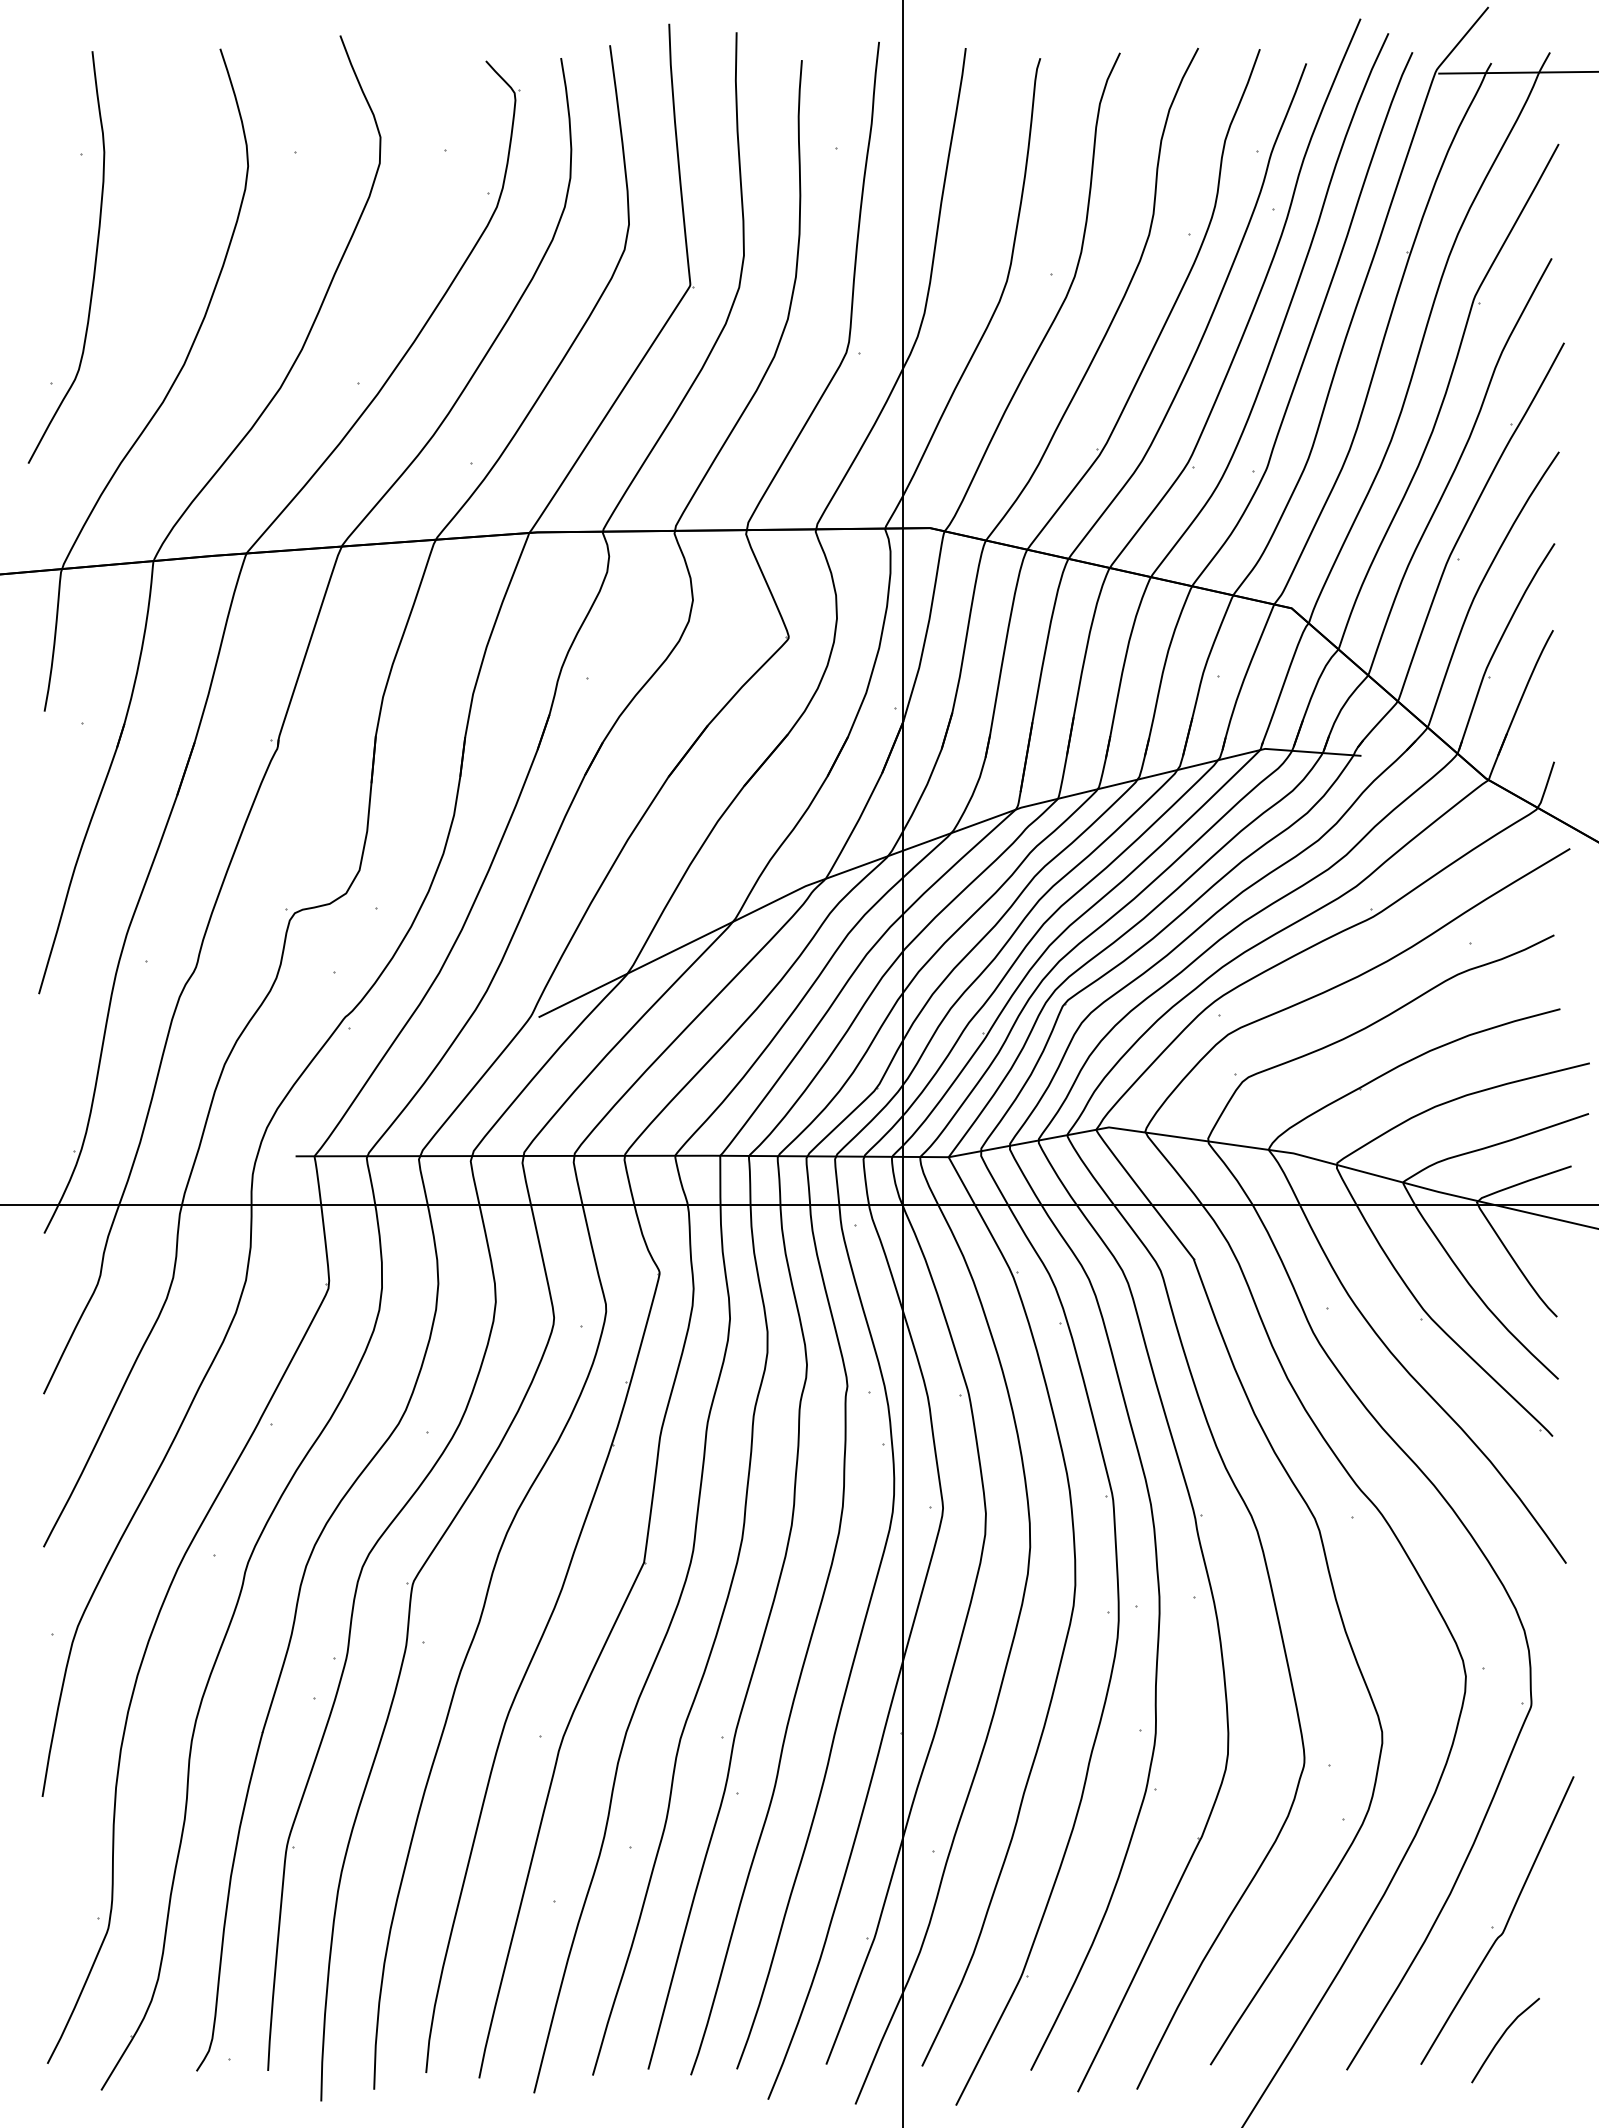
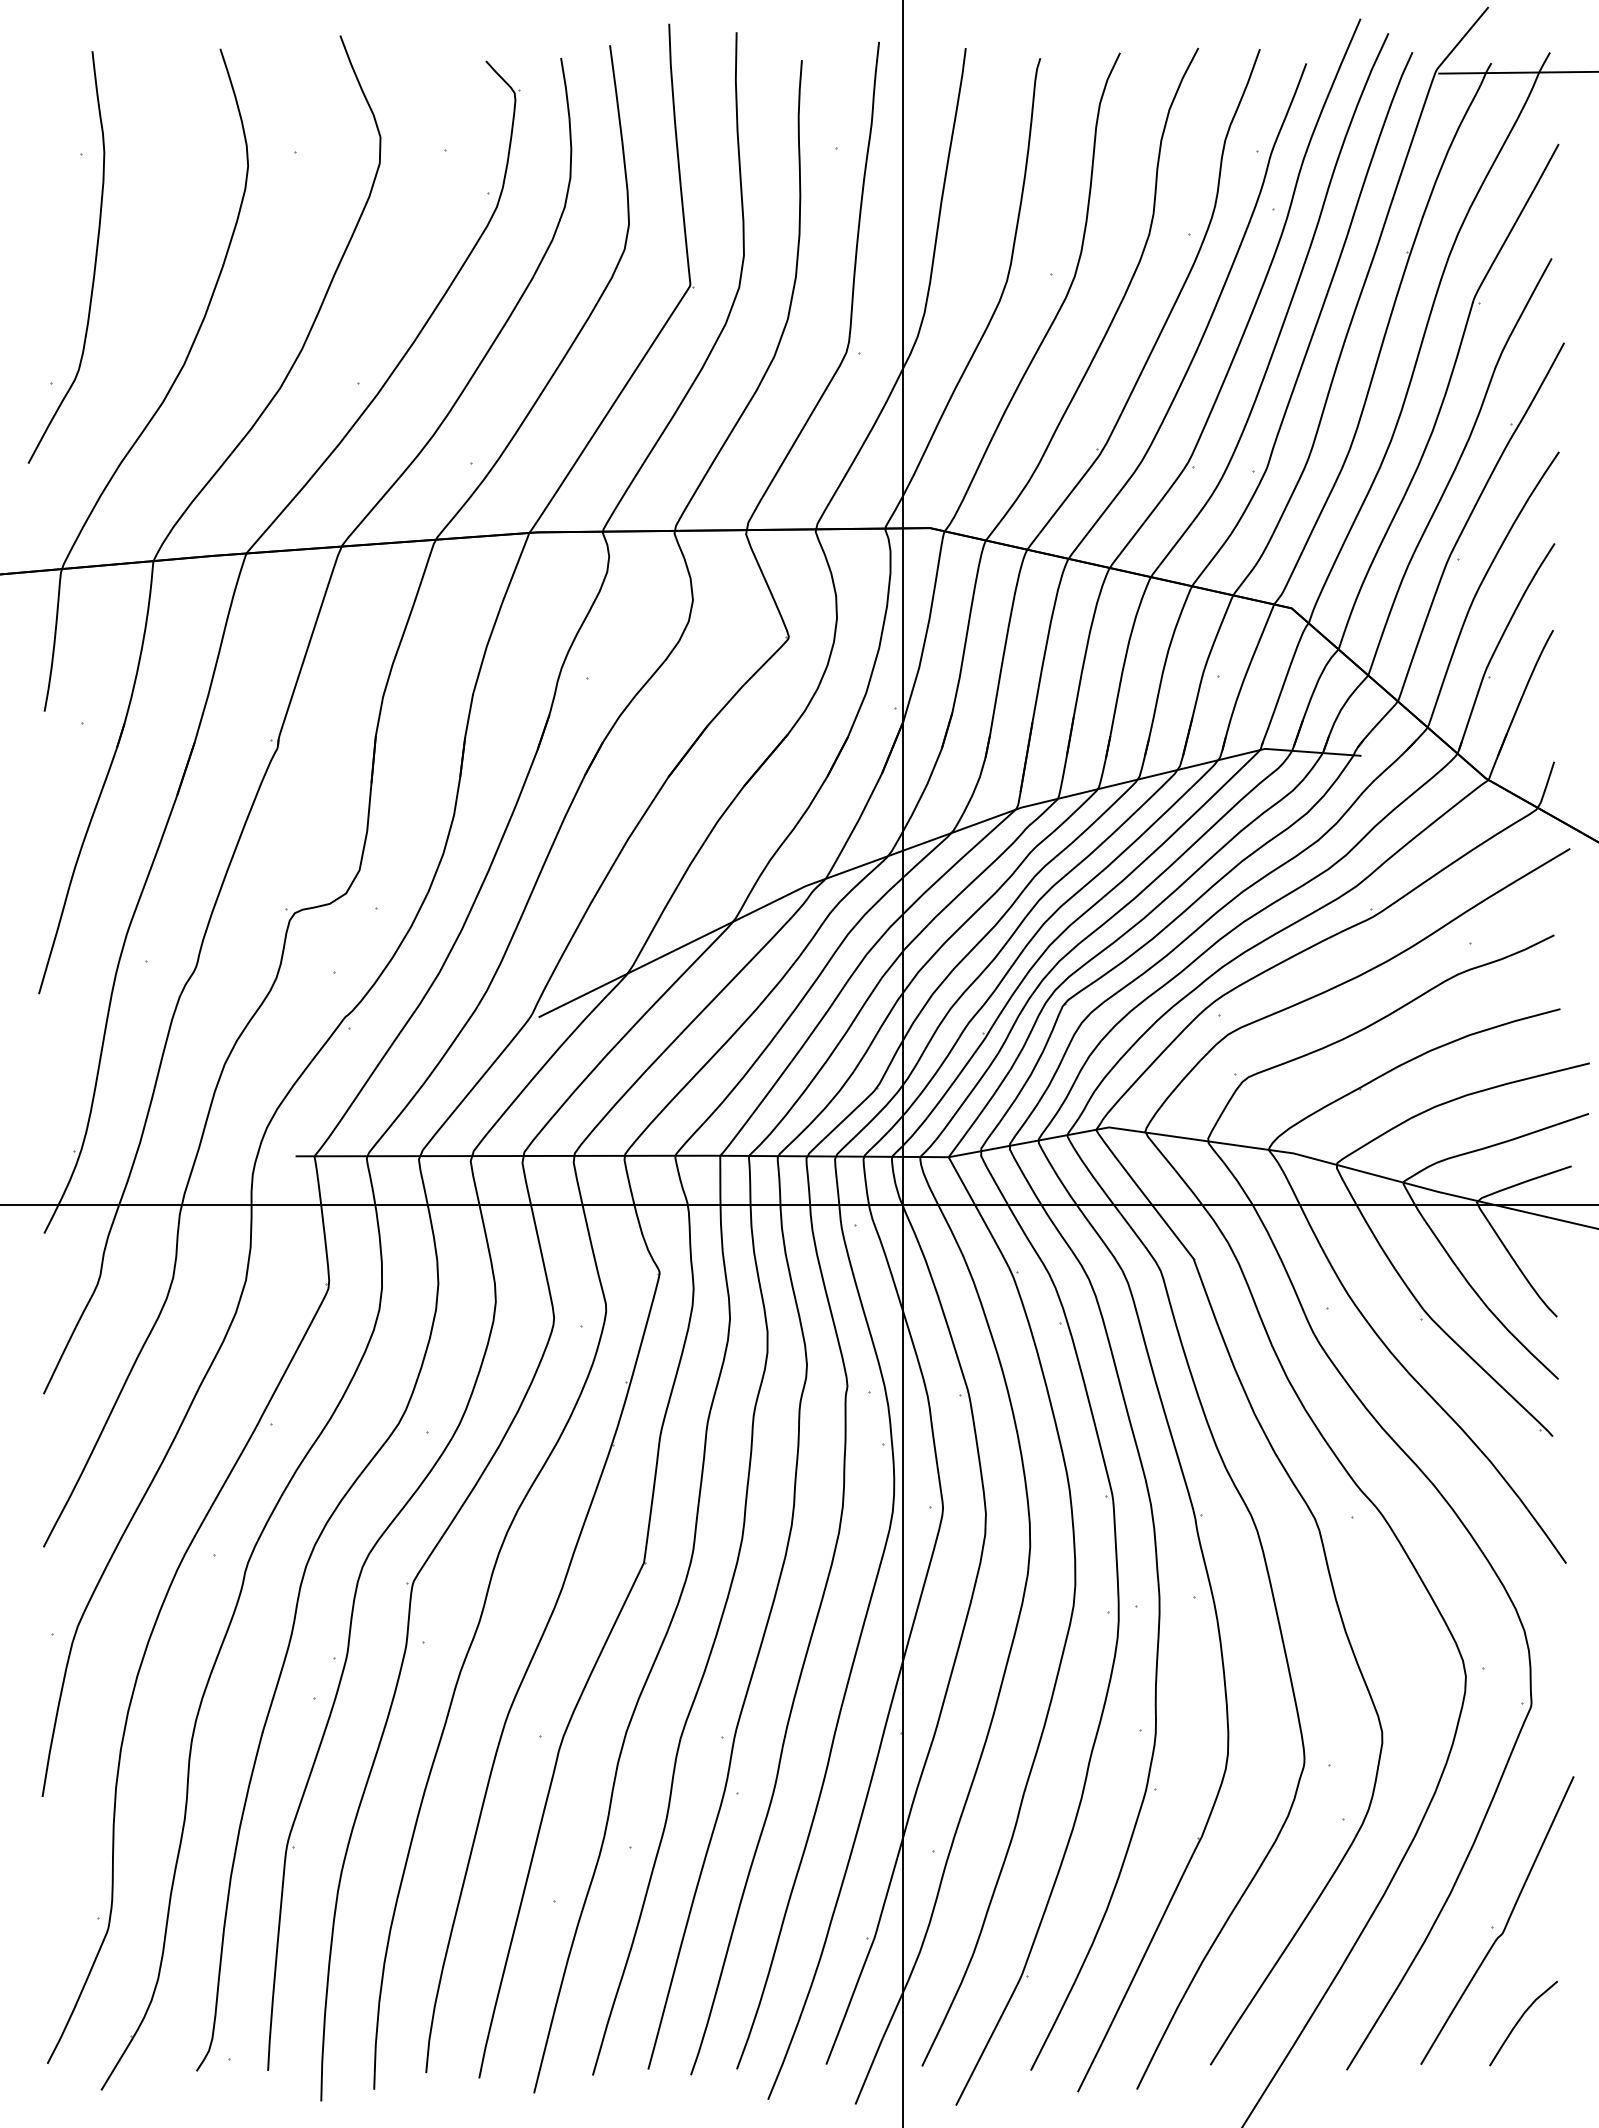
curve at (1502, 2037) position: (1502, 2037) -> (1520, 2020)
